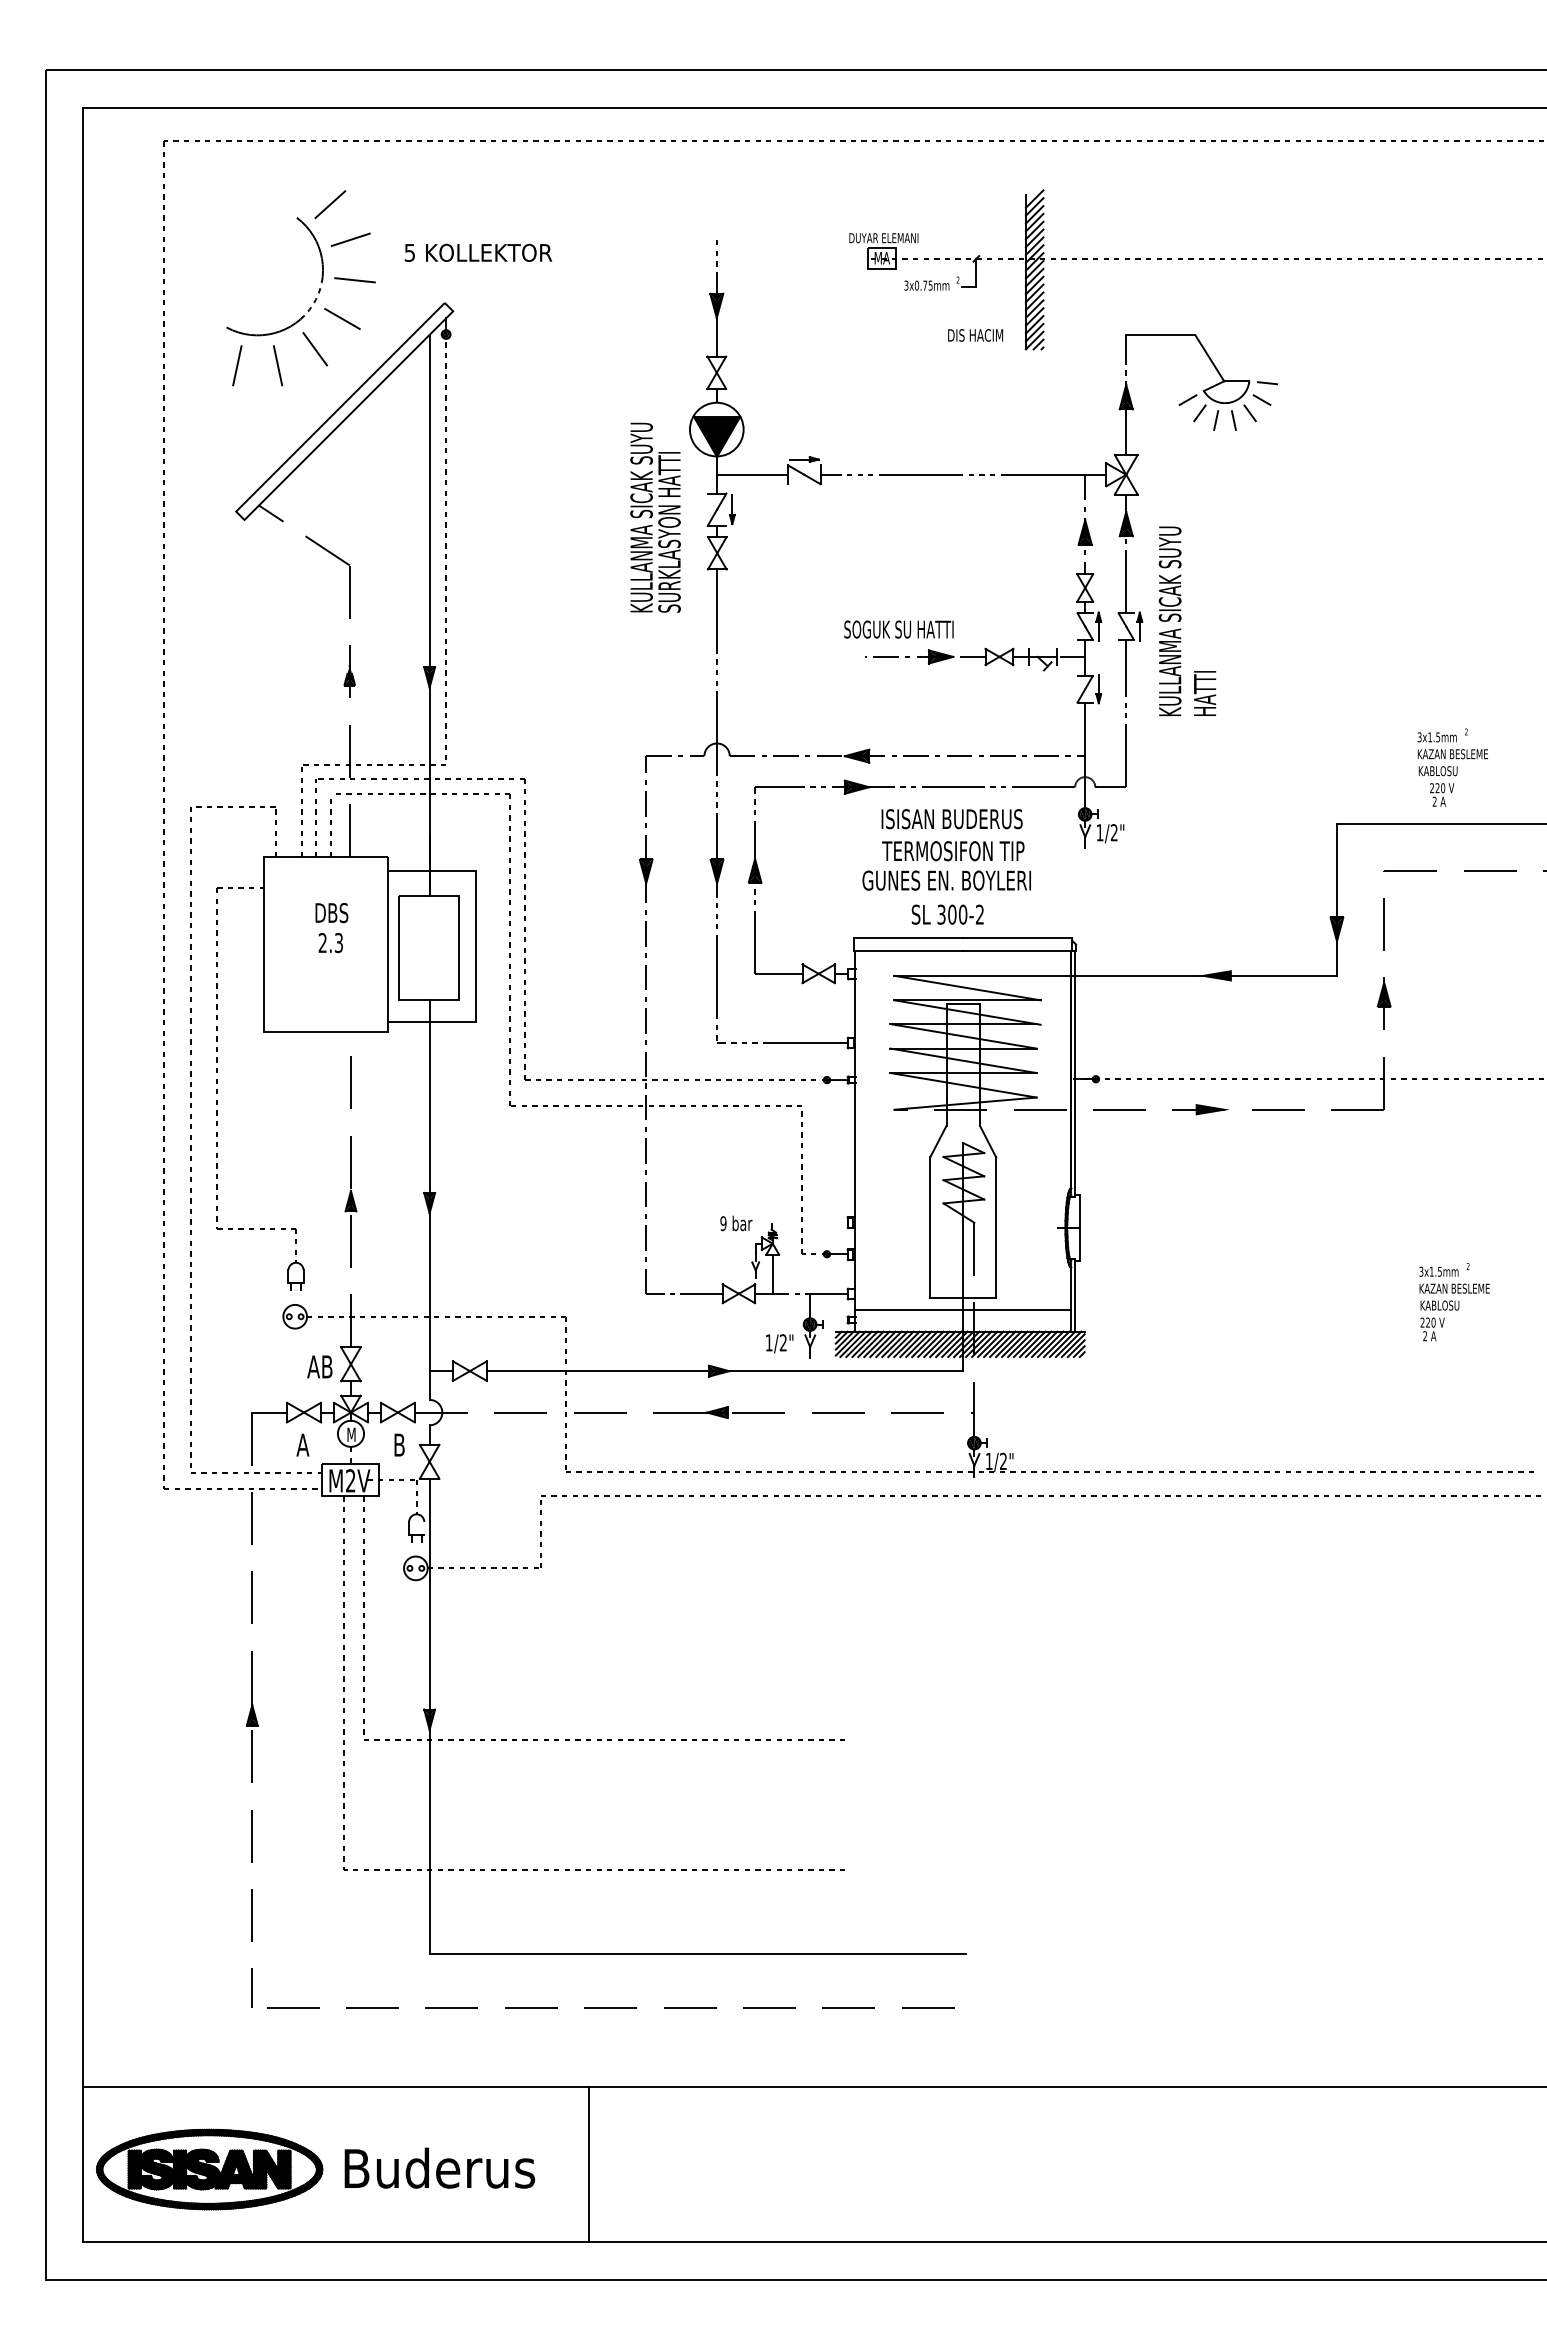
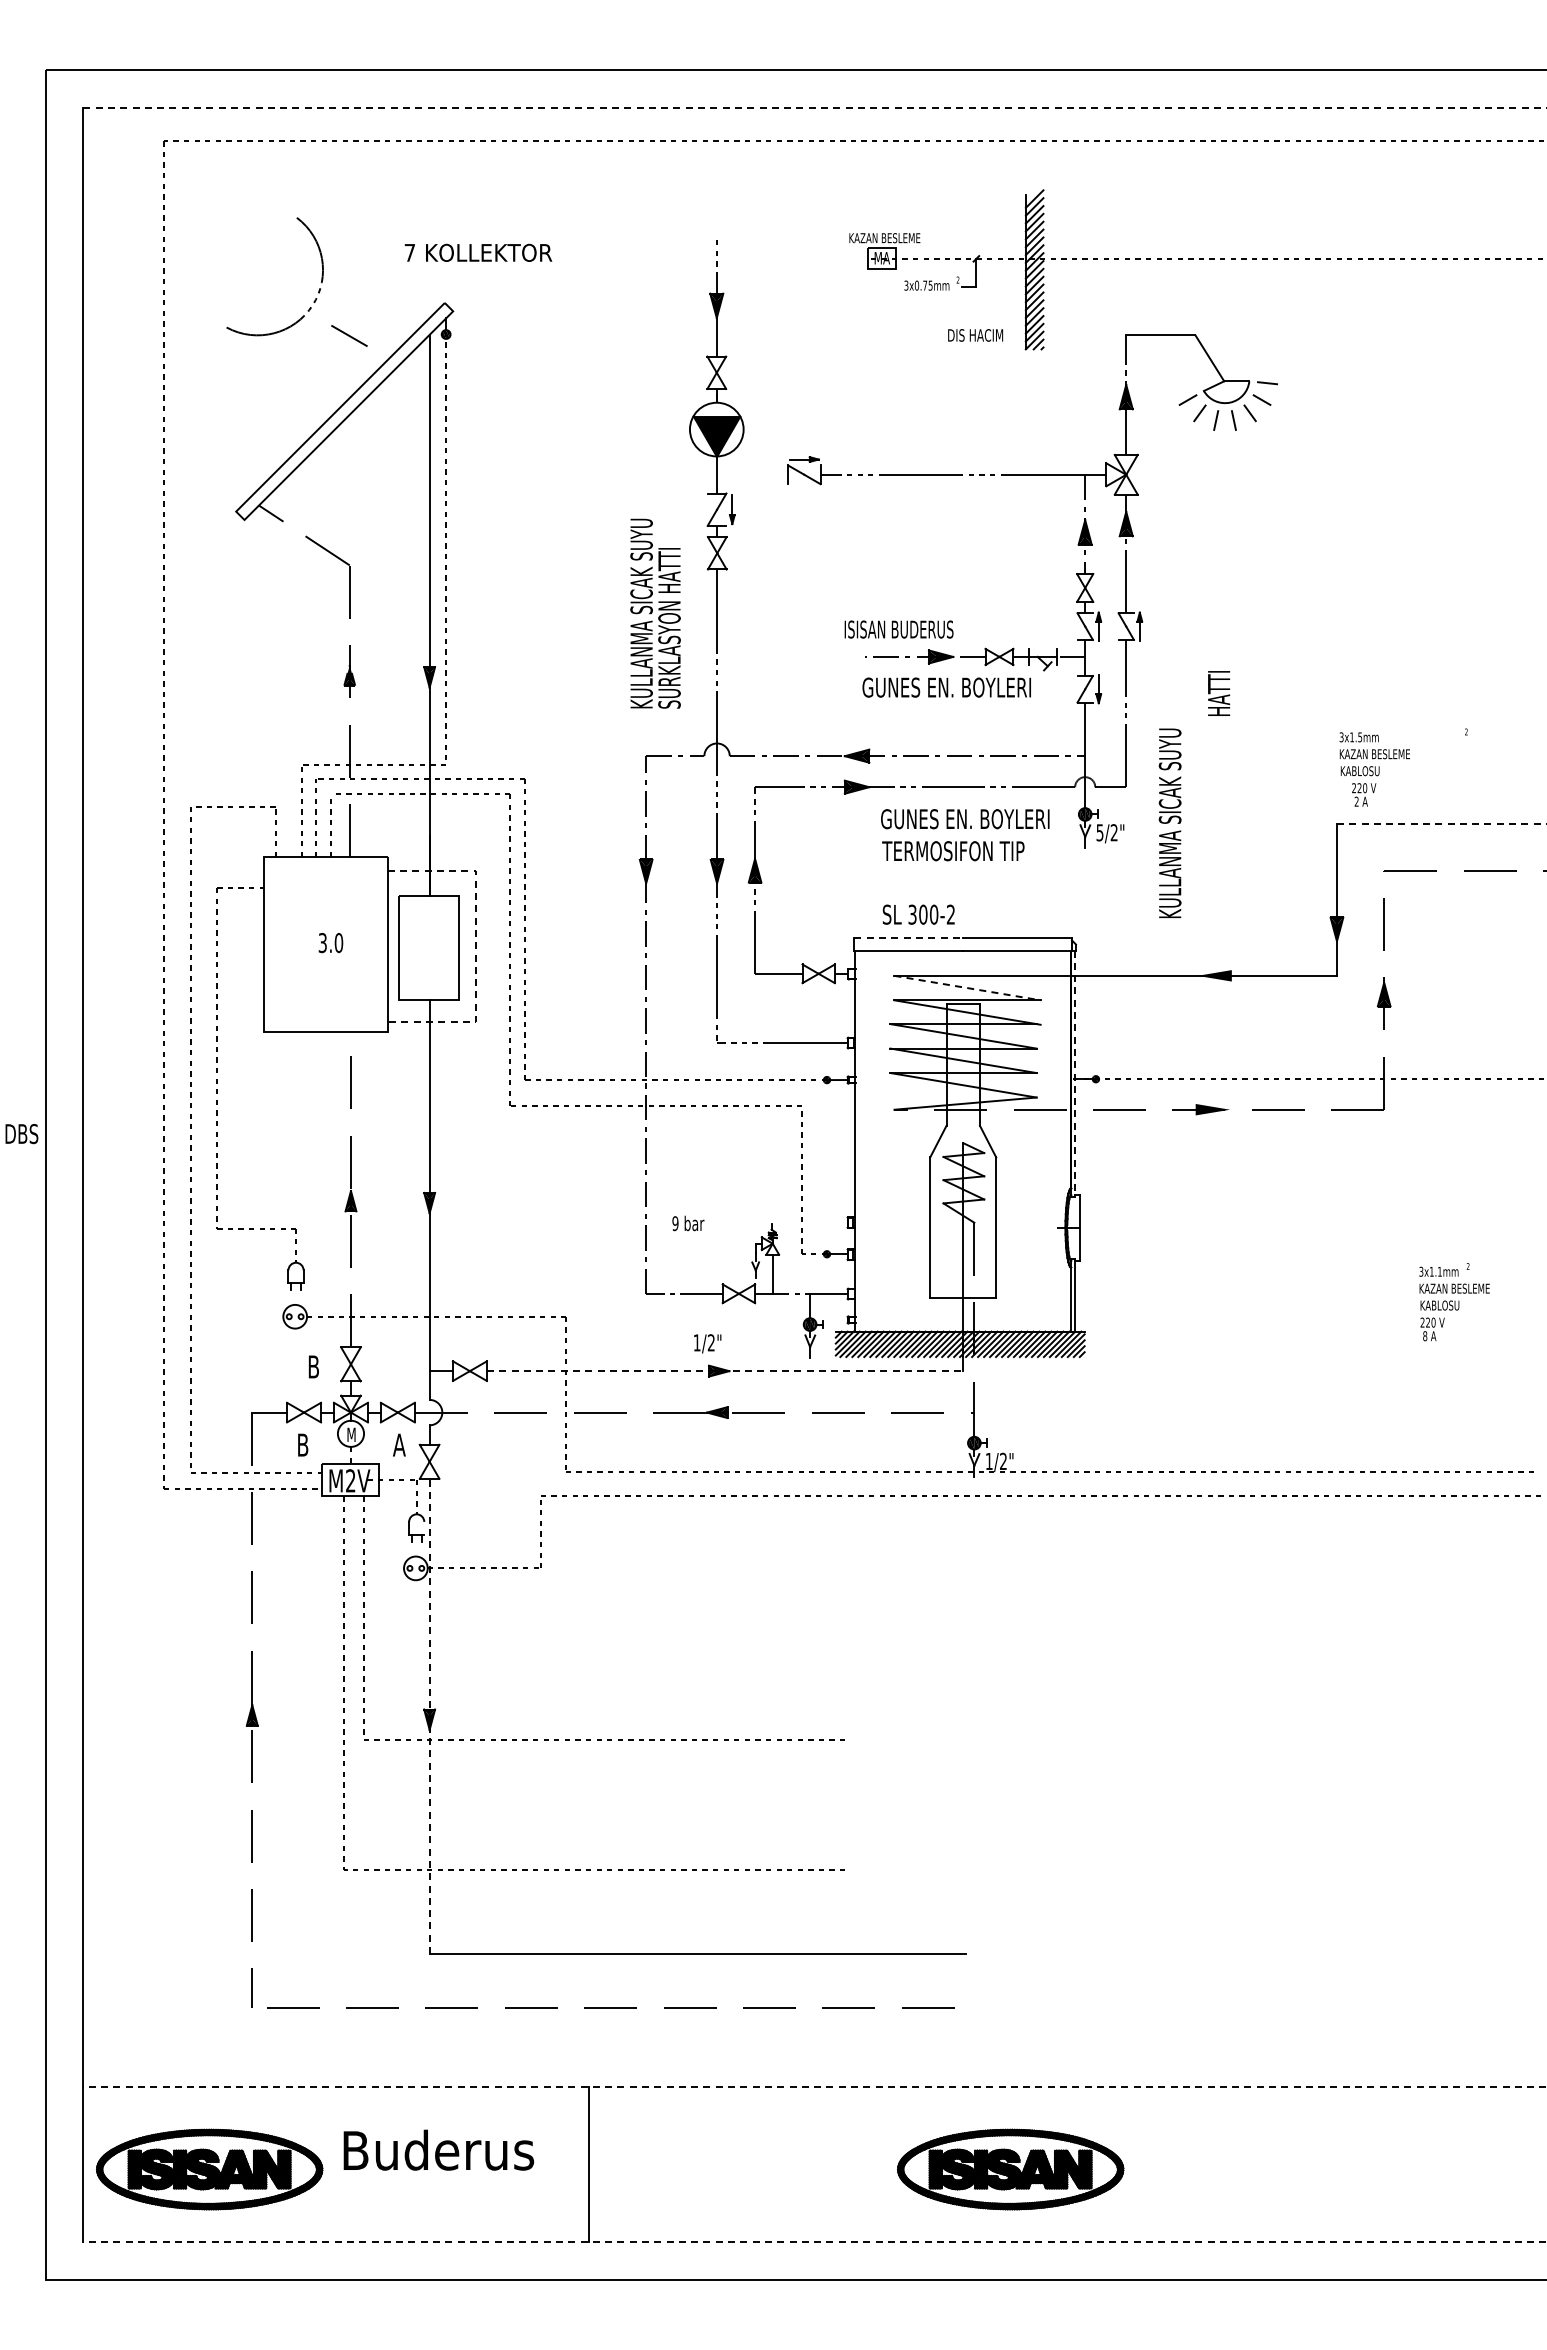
line at (815, 107): solid -> dashed
line at (329, 204): present -> none
text at (885, 238): DUYAR ELEMANI -> KAZAN BESLEME
line at (350, 239): present -> none
text at (409, 252): 5 -> 7
line at (354, 280): present -> none
line at (342, 318) position: (342, 318) -> (349, 335)
line at (314, 349): present -> none
line at (236, 365): present -> none
line at (278, 365): present -> none
line at (752, 474): present -> none
text at (655, 517) position: (655, 517) -> (655, 613)
text at (1169, 620) position: (1169, 620) -> (1169, 822)
text at (898, 629): SOGUK SU HATTI -> ISISAN BUDERUS
text at (1205, 693) position: (1205, 693) -> (1219, 693)
text at (1452, 769) position: (1452, 769) -> (1374, 769)
text at (965, 819): ISISAN BUDERUS -> GUNES EN. BOYLERI
line at (1441, 824): solid -> dashed
text at (1099, 832): 1/2" -> 5/2"
text at (946, 880) position: (946, 880) -> (946, 687)
text at (331, 913) position: (331, 913) -> (21, 1134)
text at (947, 914) position: (947, 914) -> (918, 914)
line at (909, 937): solid -> dashed
text at (330, 943): 2.3 -> 3.0
line at (476, 946): solid -> dashed
line at (968, 988): solid -> dashed
line at (1075, 1073): solid -> dashed
text at (736, 1223) position: (736, 1223) -> (688, 1223)
text at (1439, 1271): 3x1.5mm -> 3x1.1mm
line at (963, 1310): present -> none
text at (1425, 1336): 2 -> 8
text at (779, 1343) position: (779, 1343) -> (707, 1343)
text at (319, 1366): AB -> B
line at (725, 1371): solid -> dashed
text at (302, 1444): A -> B
text at (399, 1444): B -> A
line at (429, 1716): solid -> dashed
line at (815, 2087): solid -> dashed
text at (439, 2167) position: (439, 2167) -> (438, 2149)
part at (1010, 2169): none -> present
line at (815, 2242): solid -> dashed
